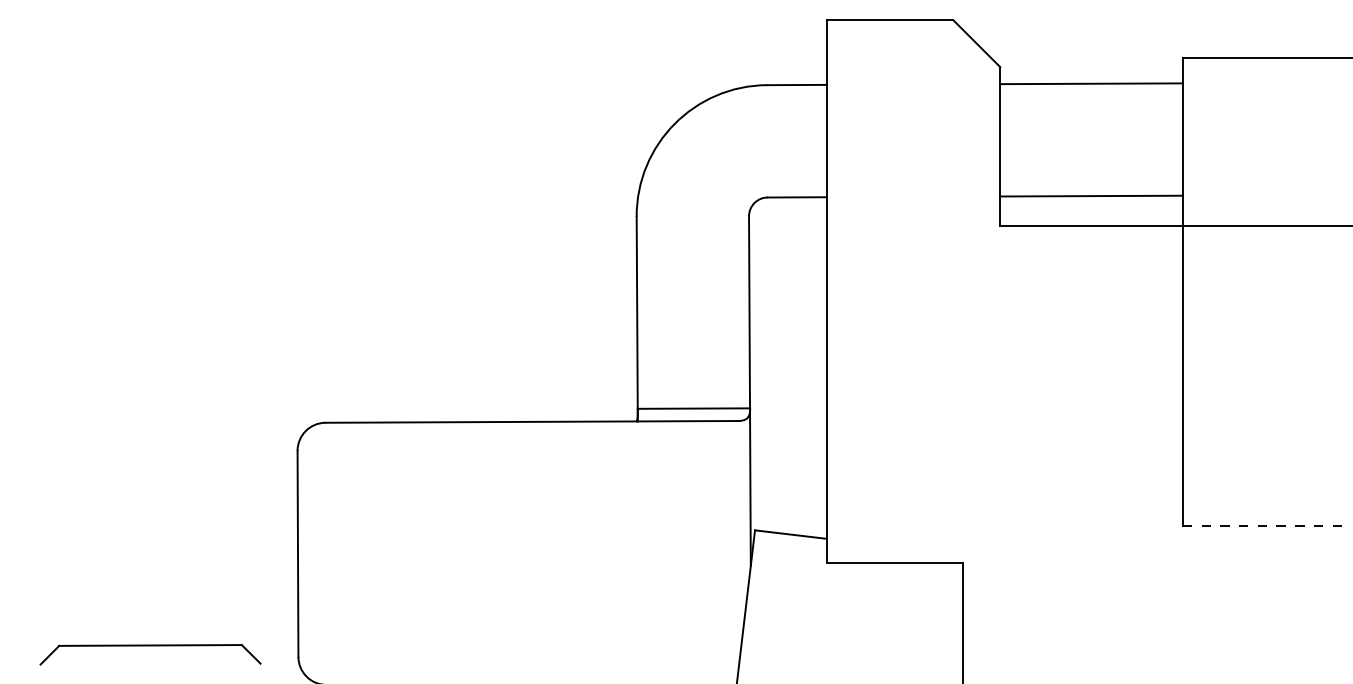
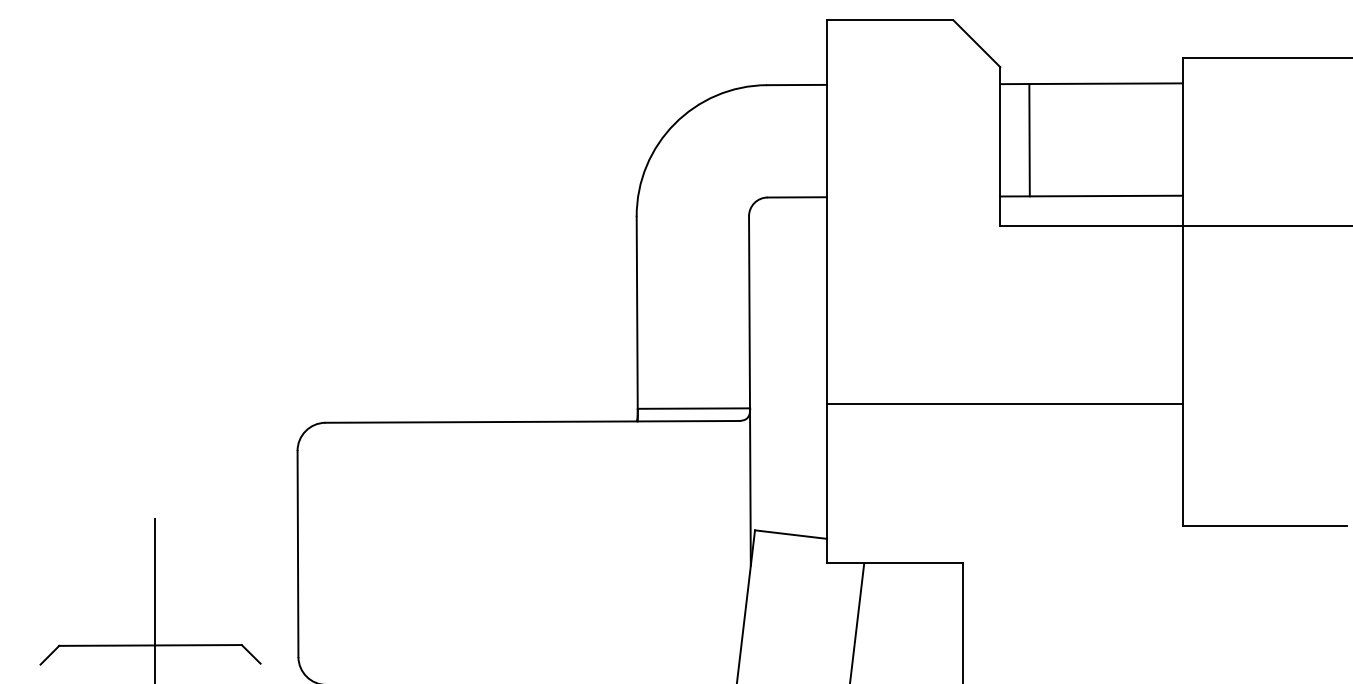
line at (1029, 140): none -> present
line at (1004, 404): none -> present
line at (1264, 525): dashed -> solid
line at (154, 598): none -> present
line at (857, 621): none -> present
